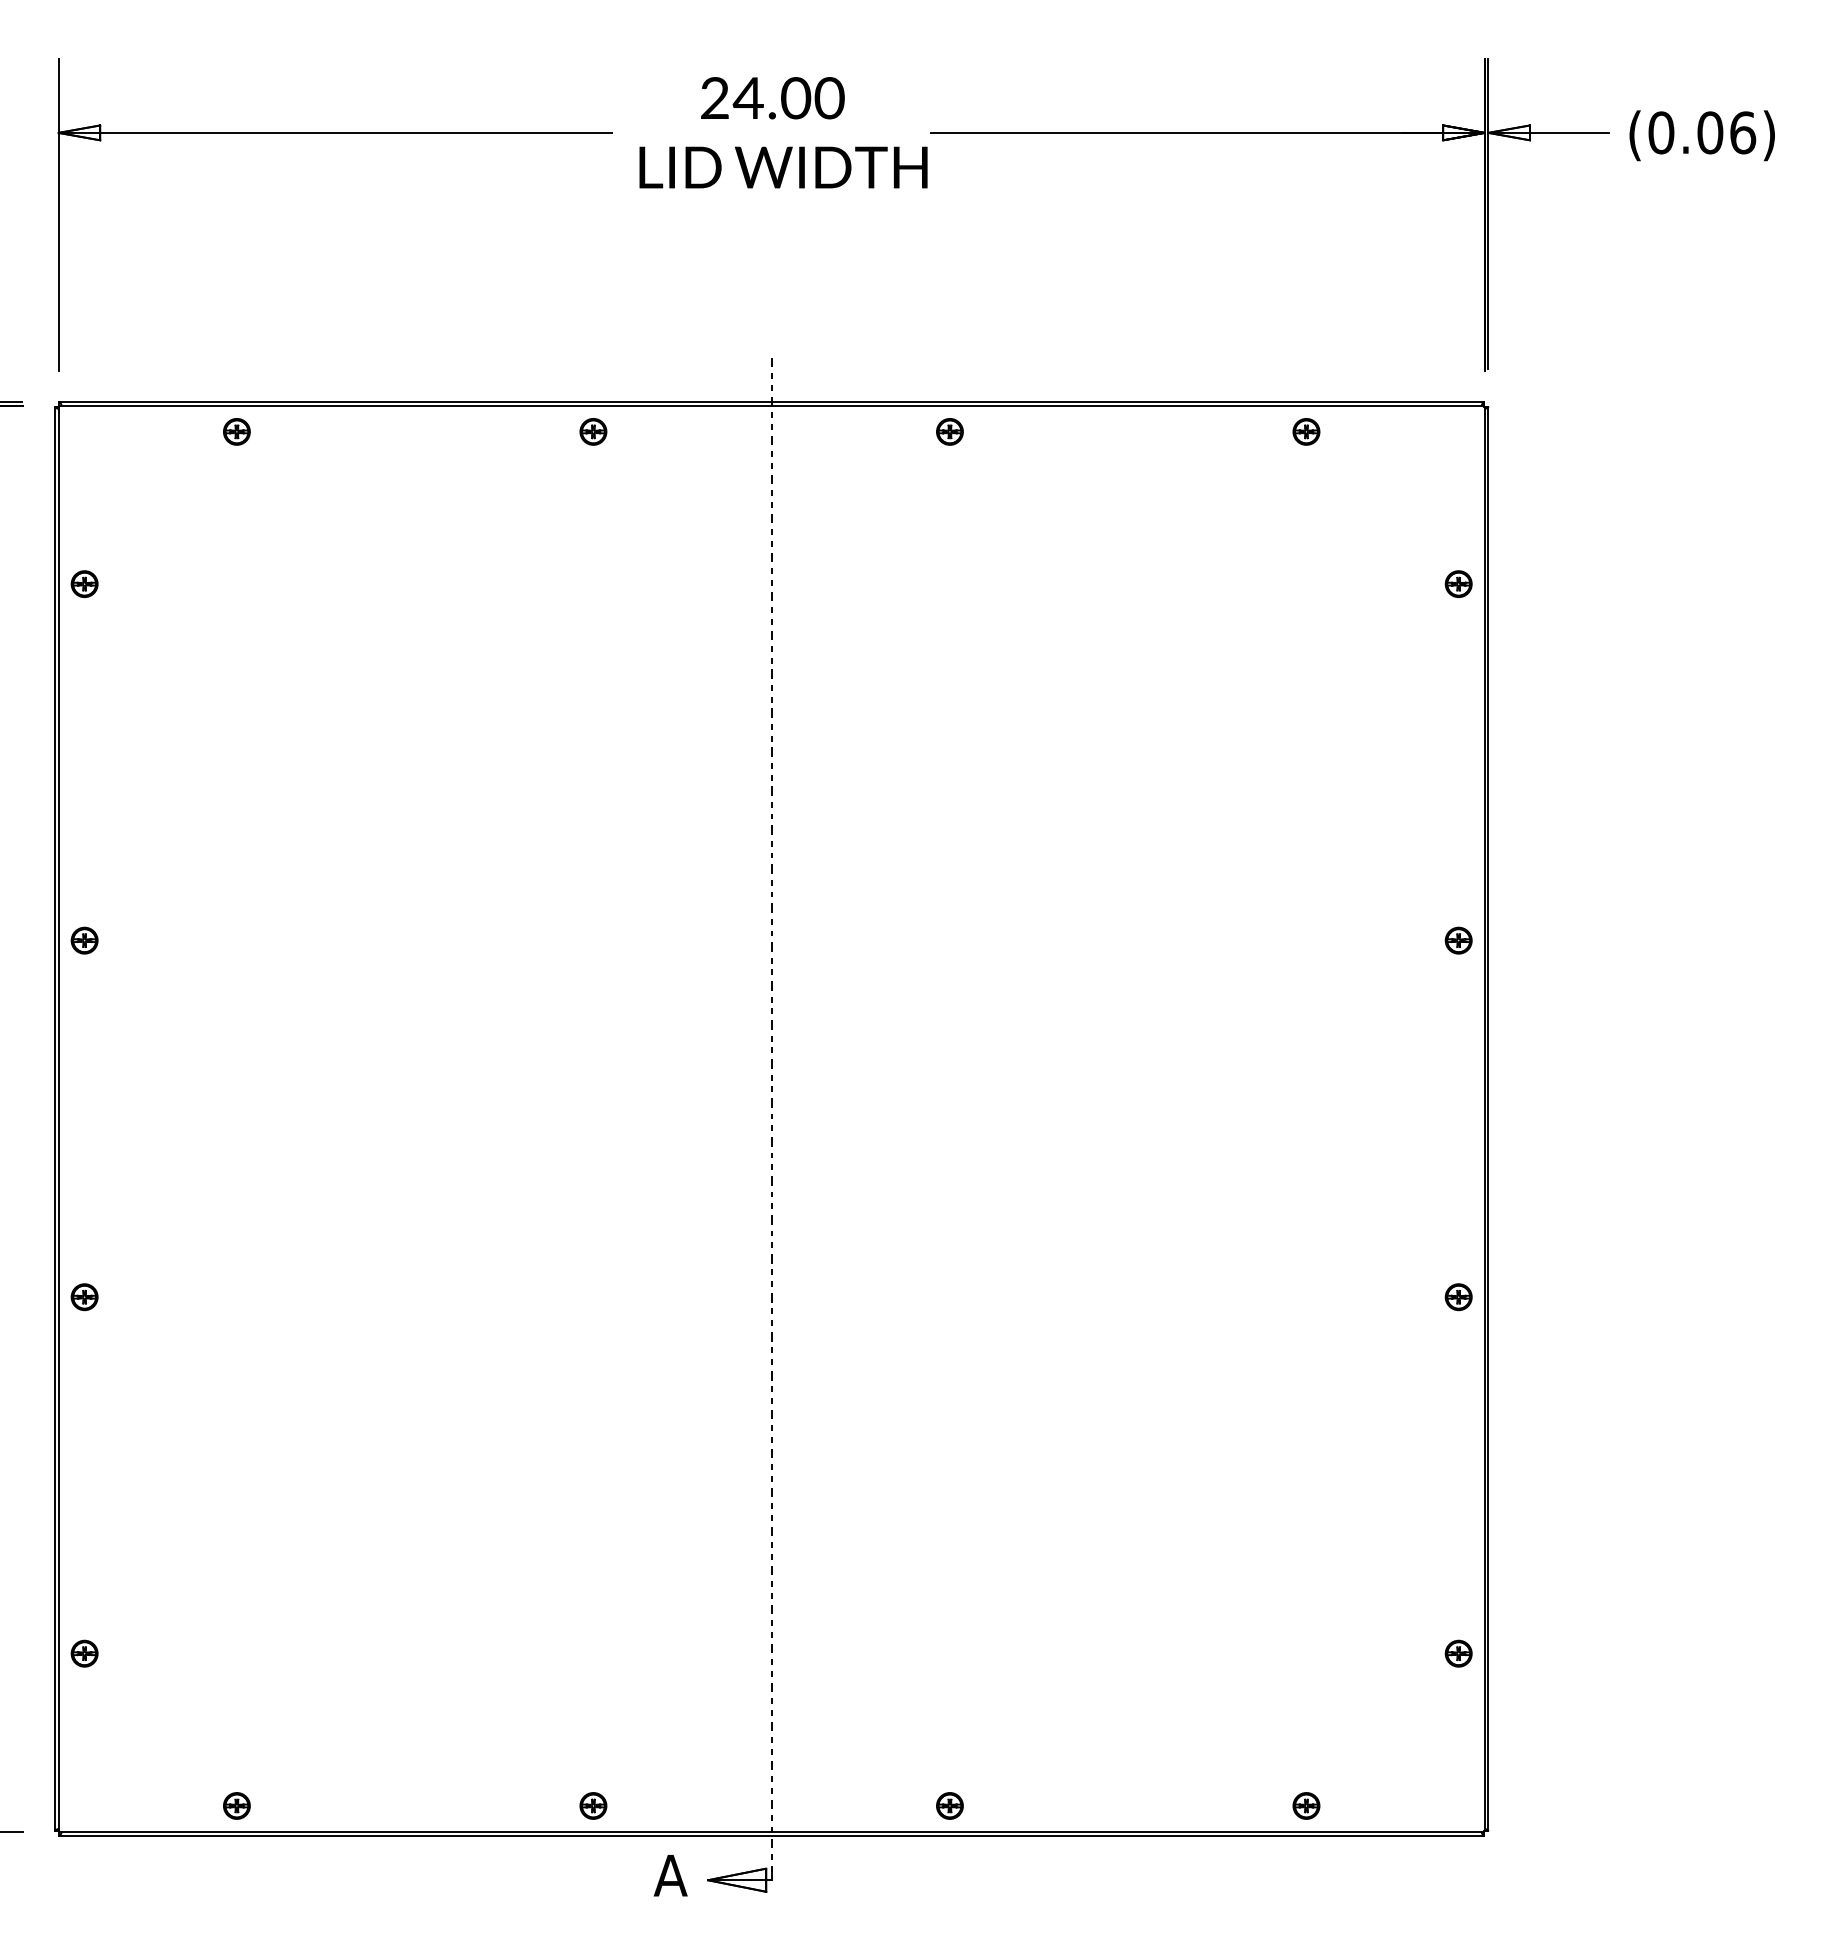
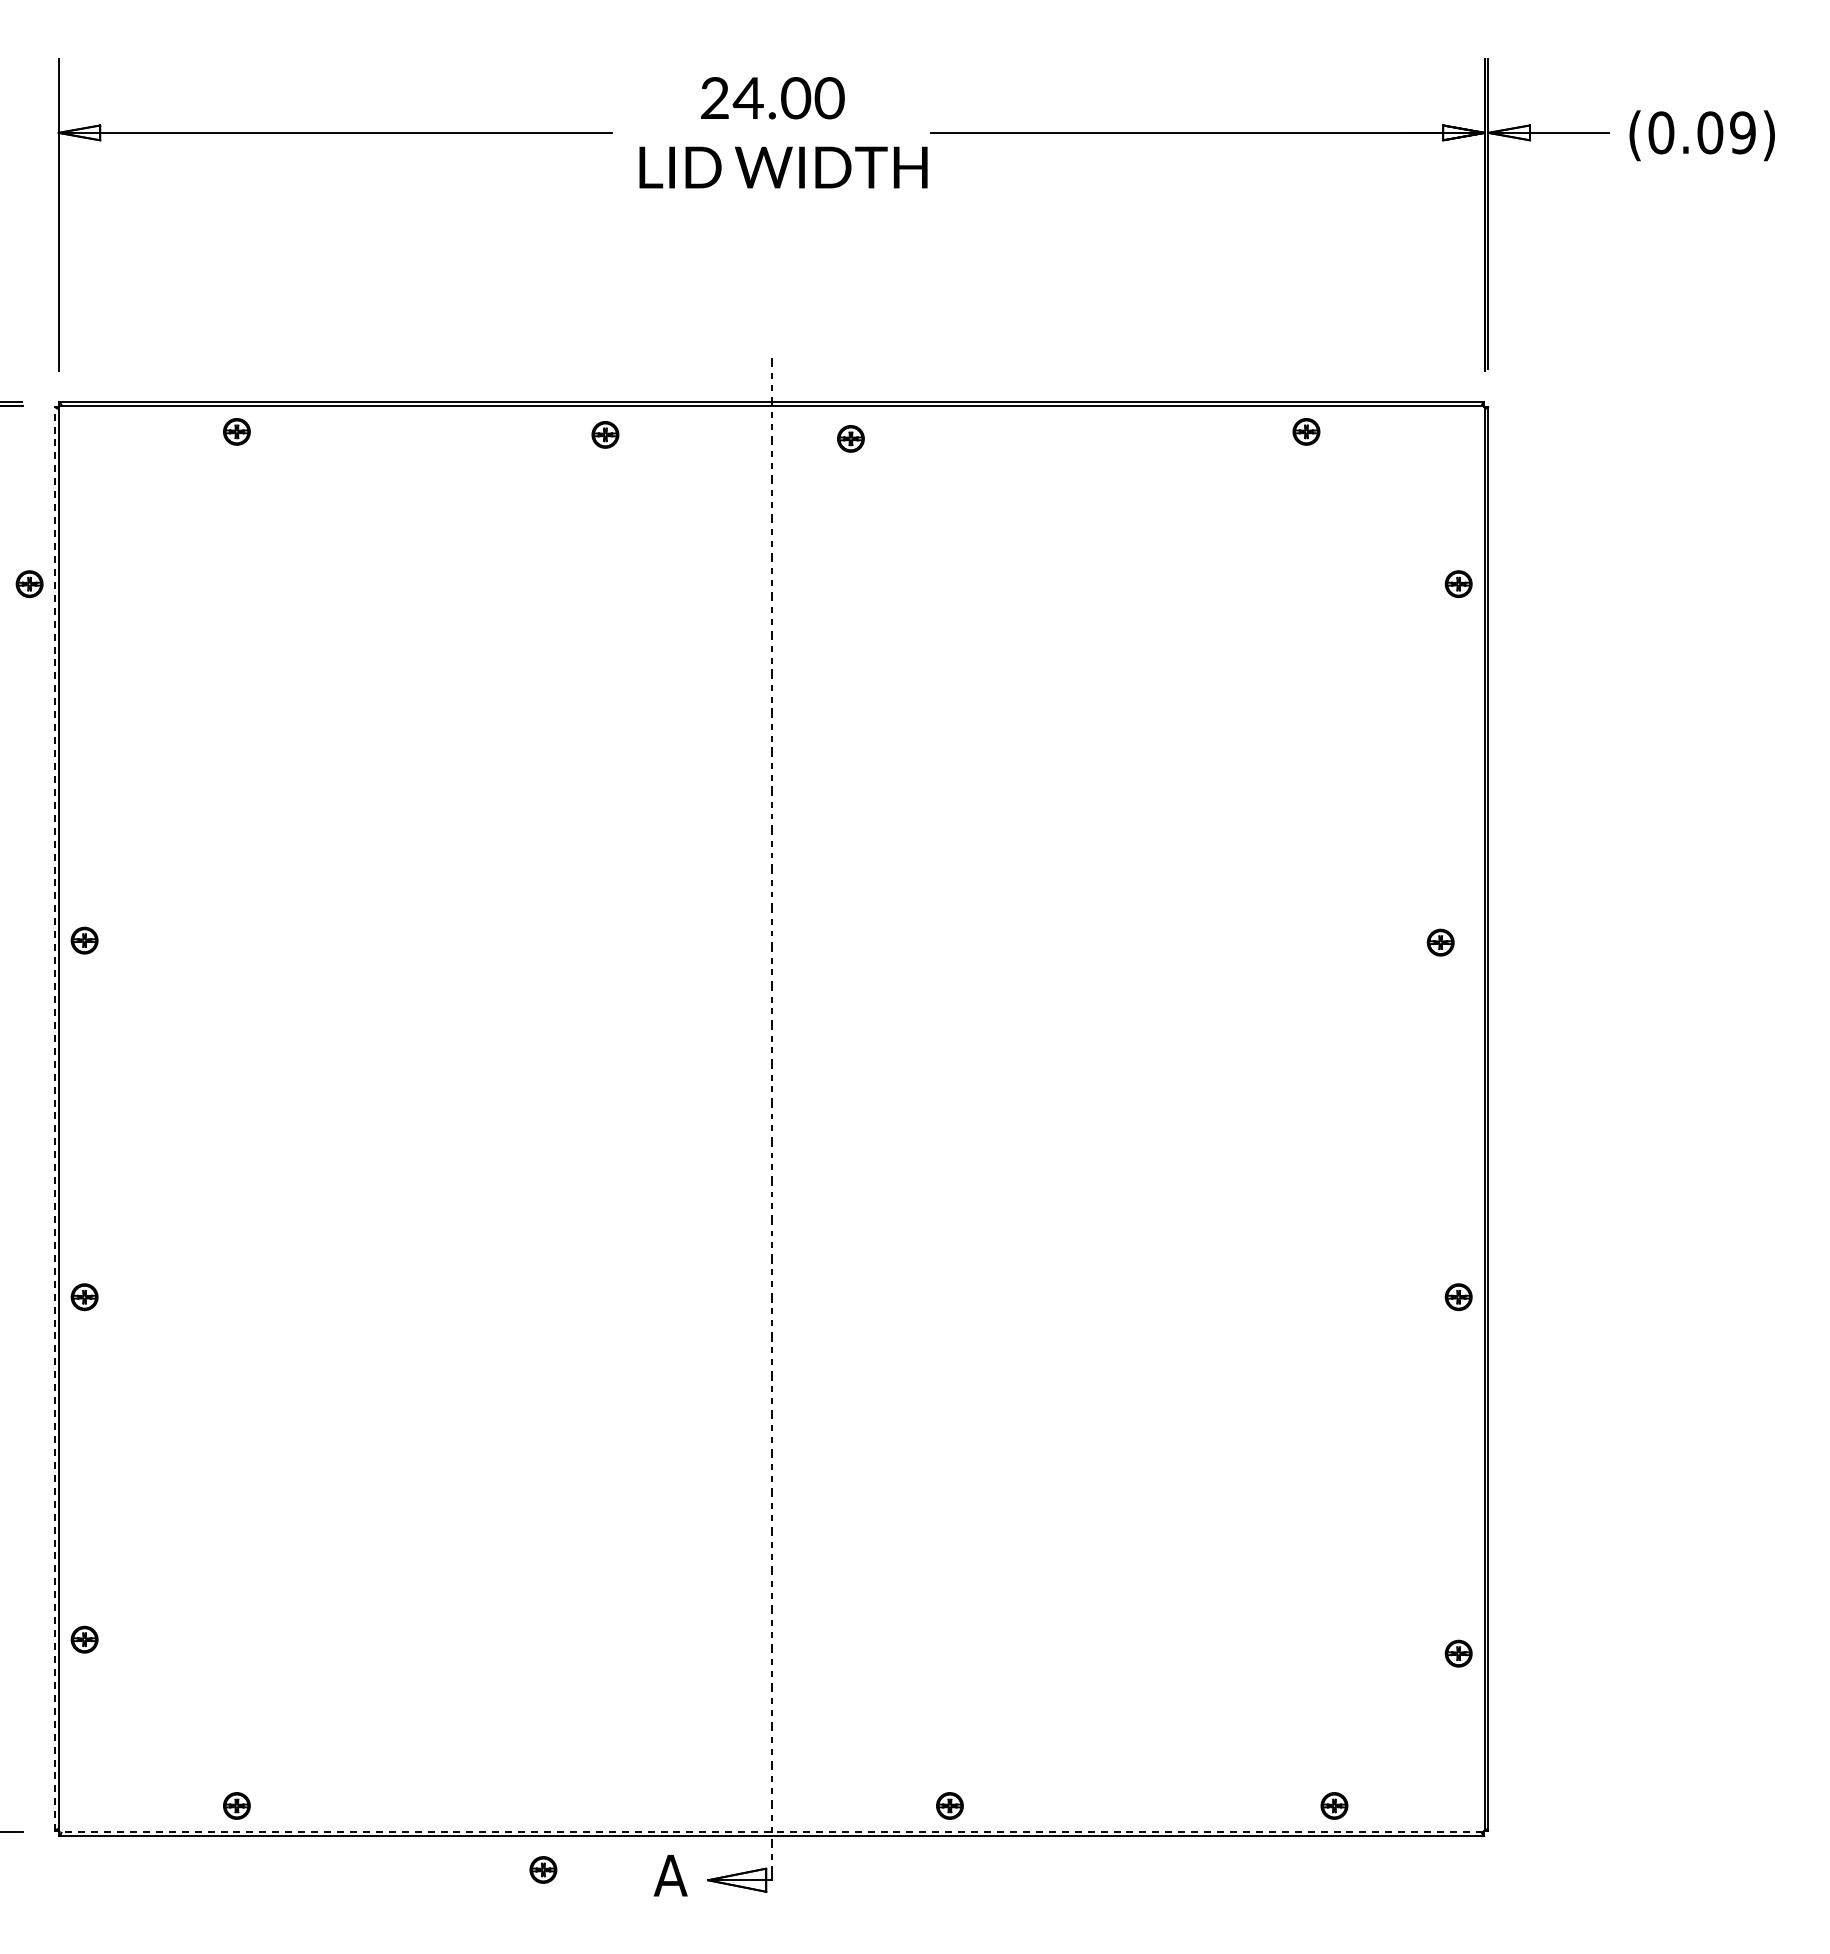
text at (1743, 132): (0.06) -> (0.09)
part at (593, 431) position: (593, 431) -> (605, 434)
part at (949, 431) position: (949, 431) -> (850, 438)
part at (84, 583) position: (84, 583) -> (29, 583)
part at (1458, 940) position: (1458, 940) -> (1440, 942)
line at (54, 1118): solid -> dashed
part at (84, 1653) position: (84, 1653) -> (84, 1639)
part at (593, 1805) position: (593, 1805) -> (543, 1869)
part at (1306, 1805) position: (1306, 1805) -> (1334, 1805)
line at (771, 1831): solid -> dashed
